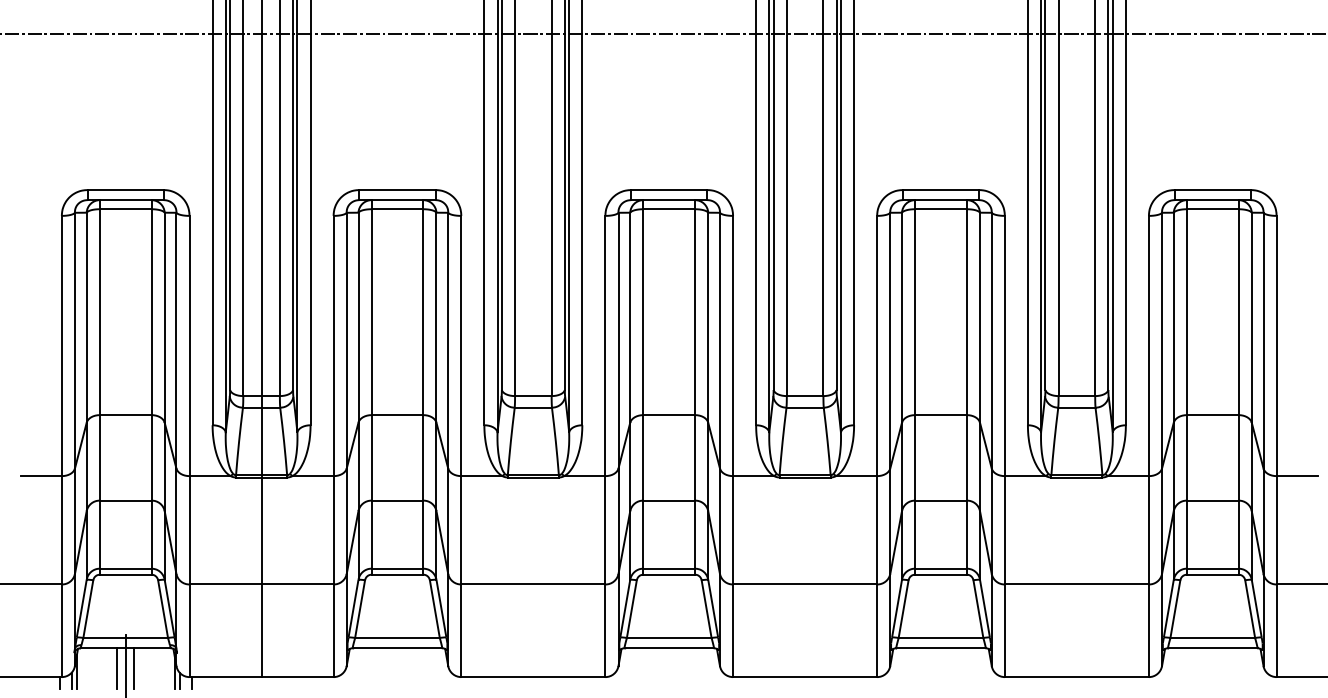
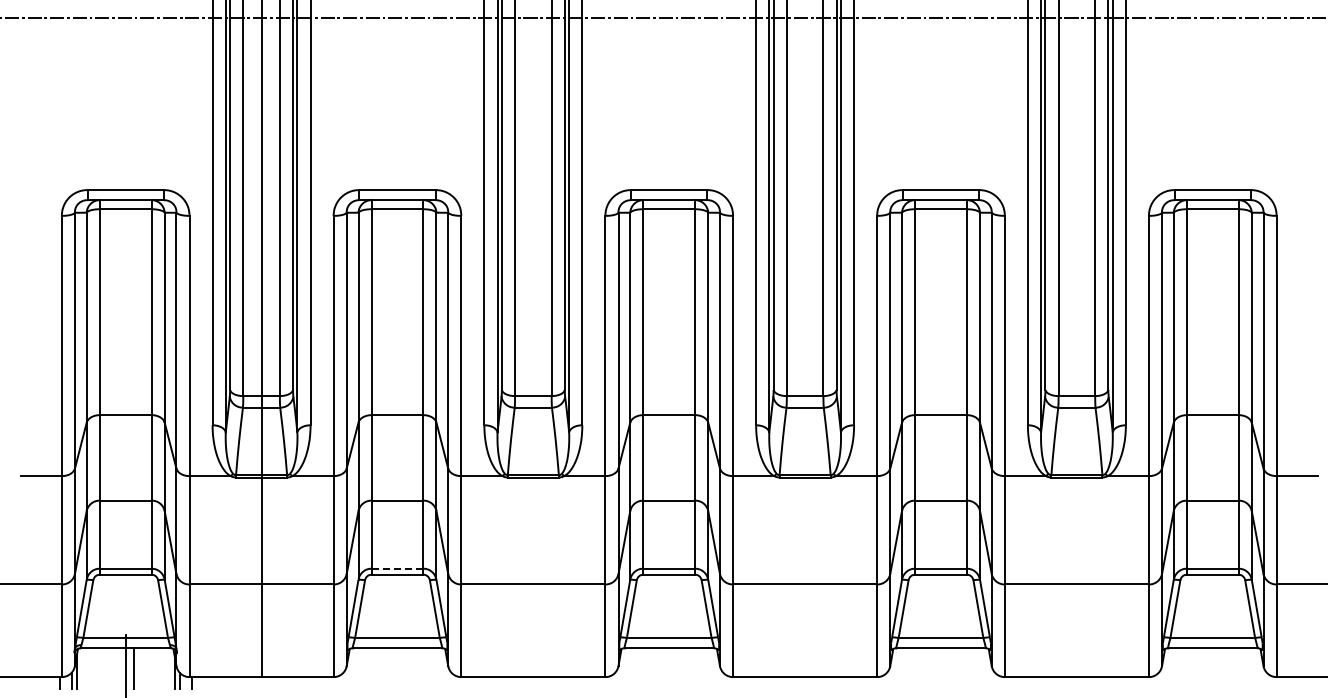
line at (663, 33) position: (663, 33) -> (663, 17)
line at (397, 568): solid -> dashed
line at (117, 668): present -> none
